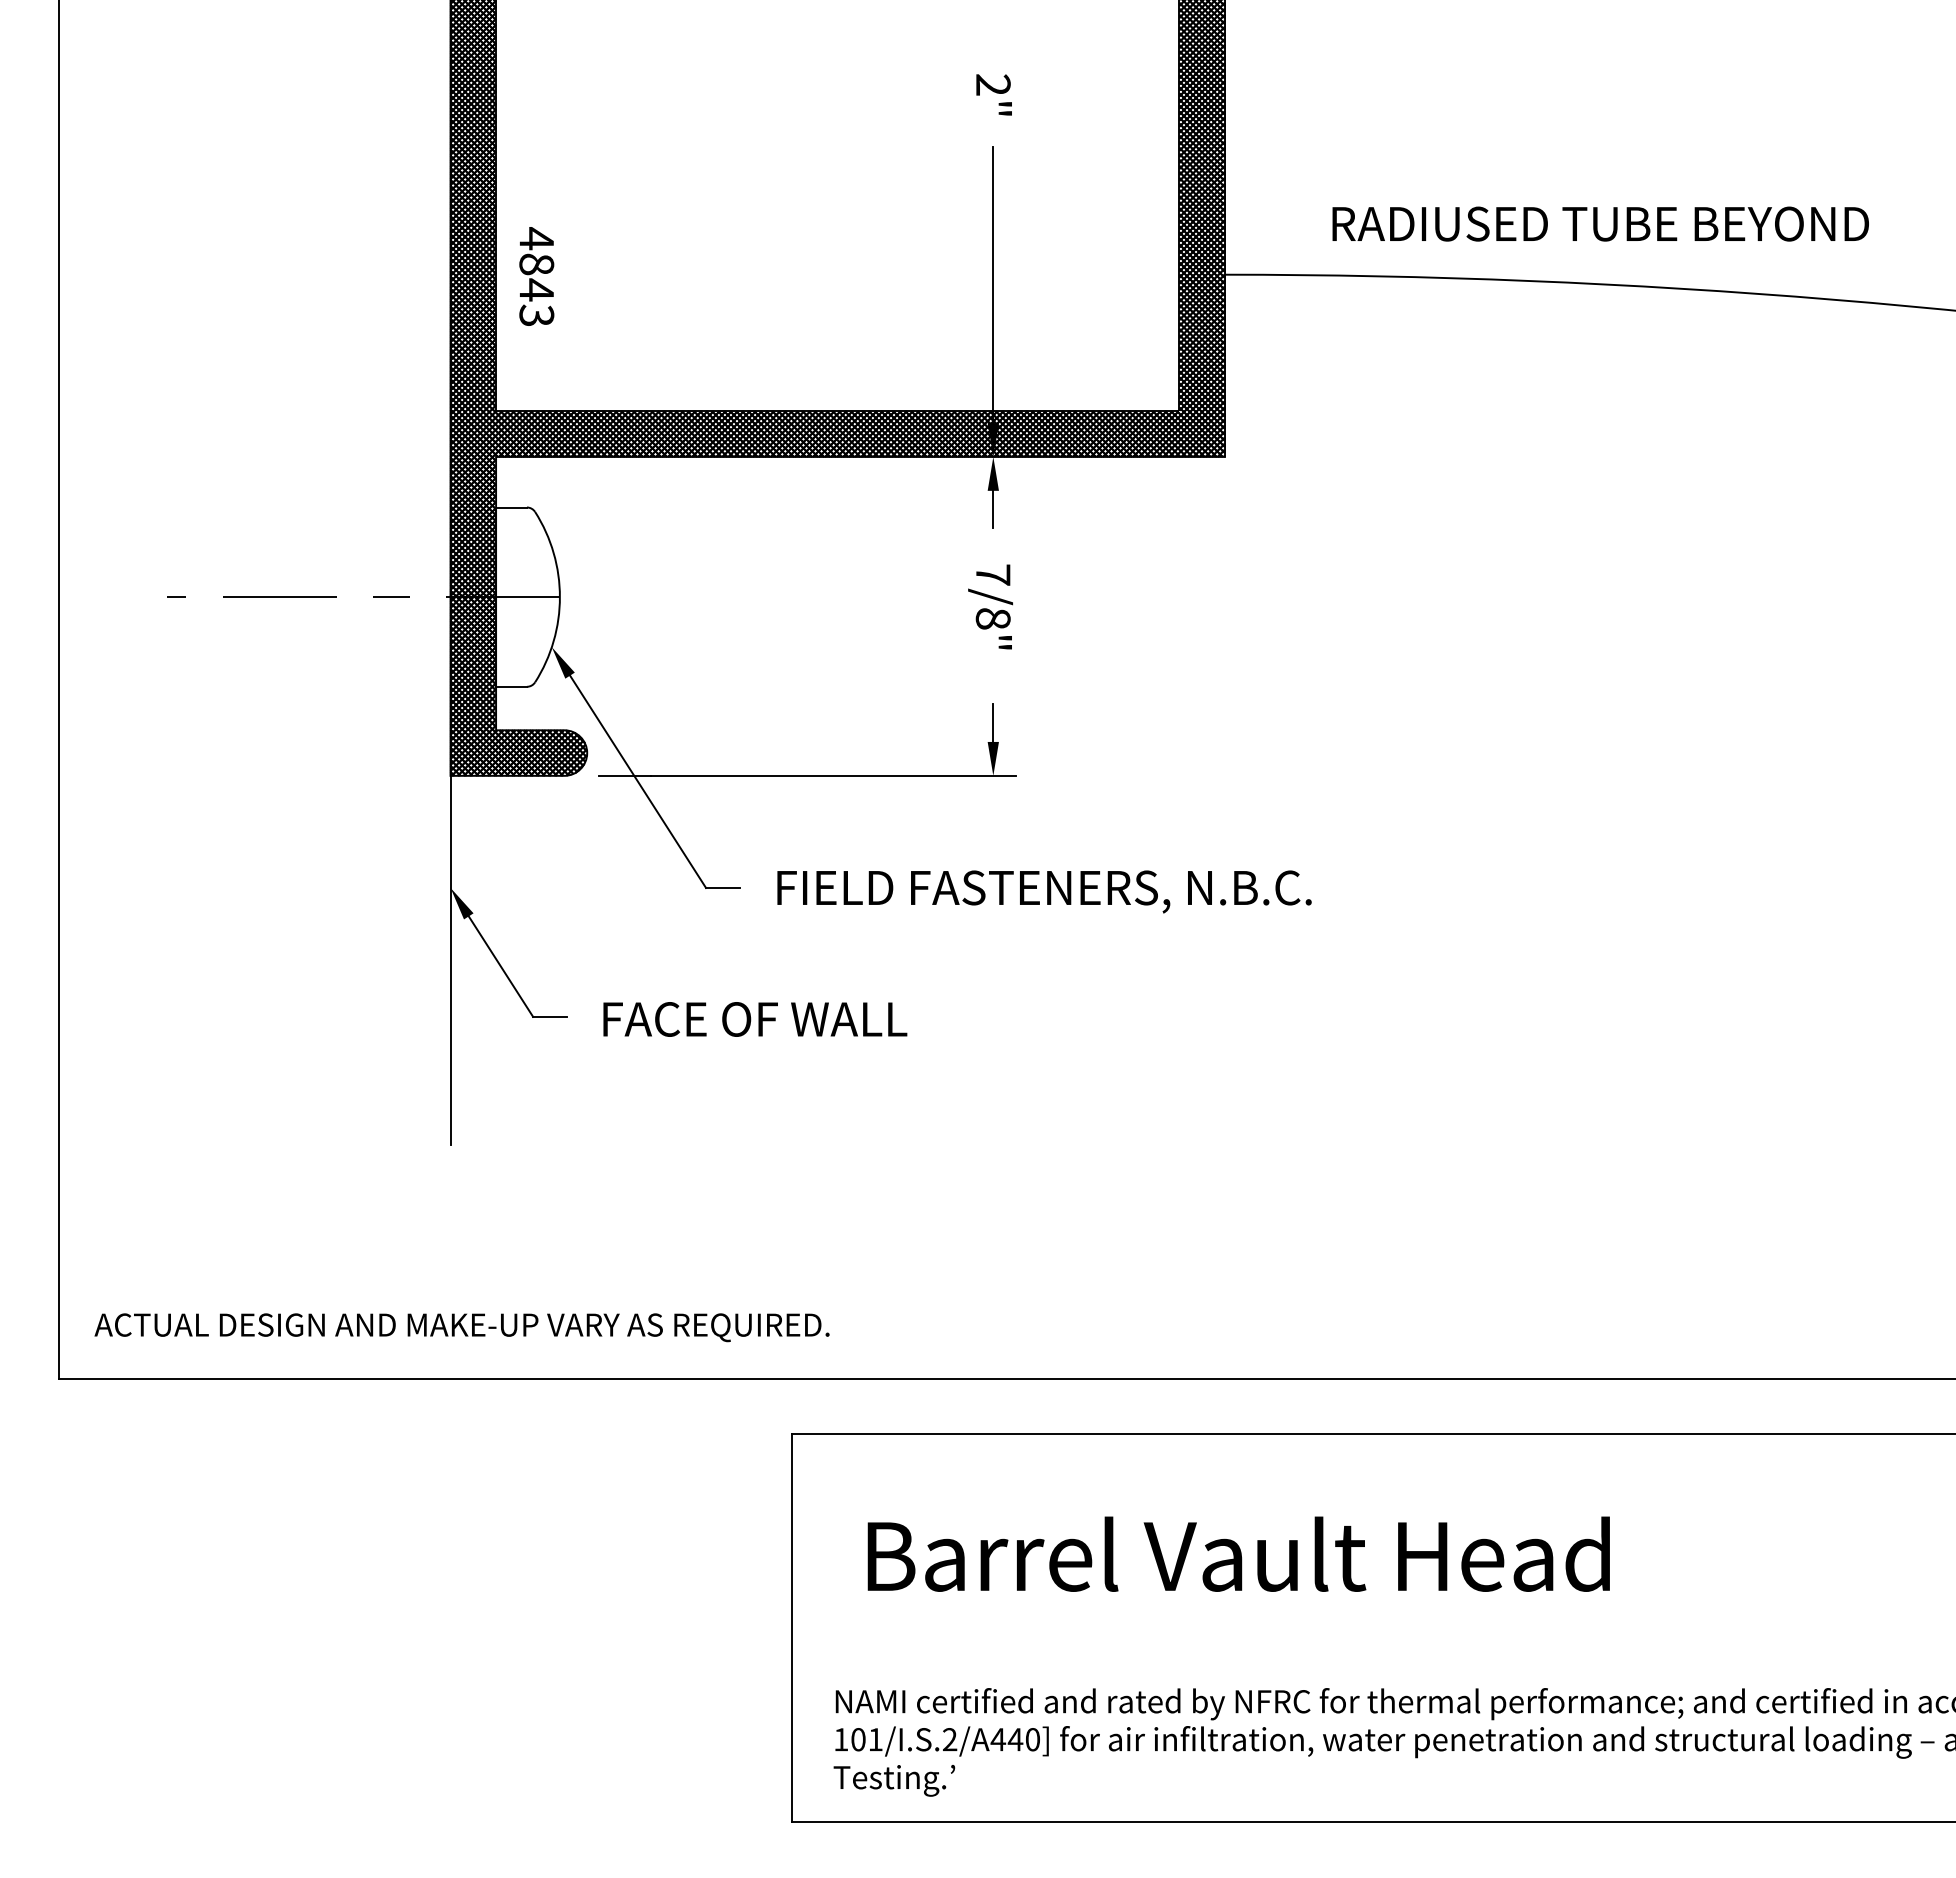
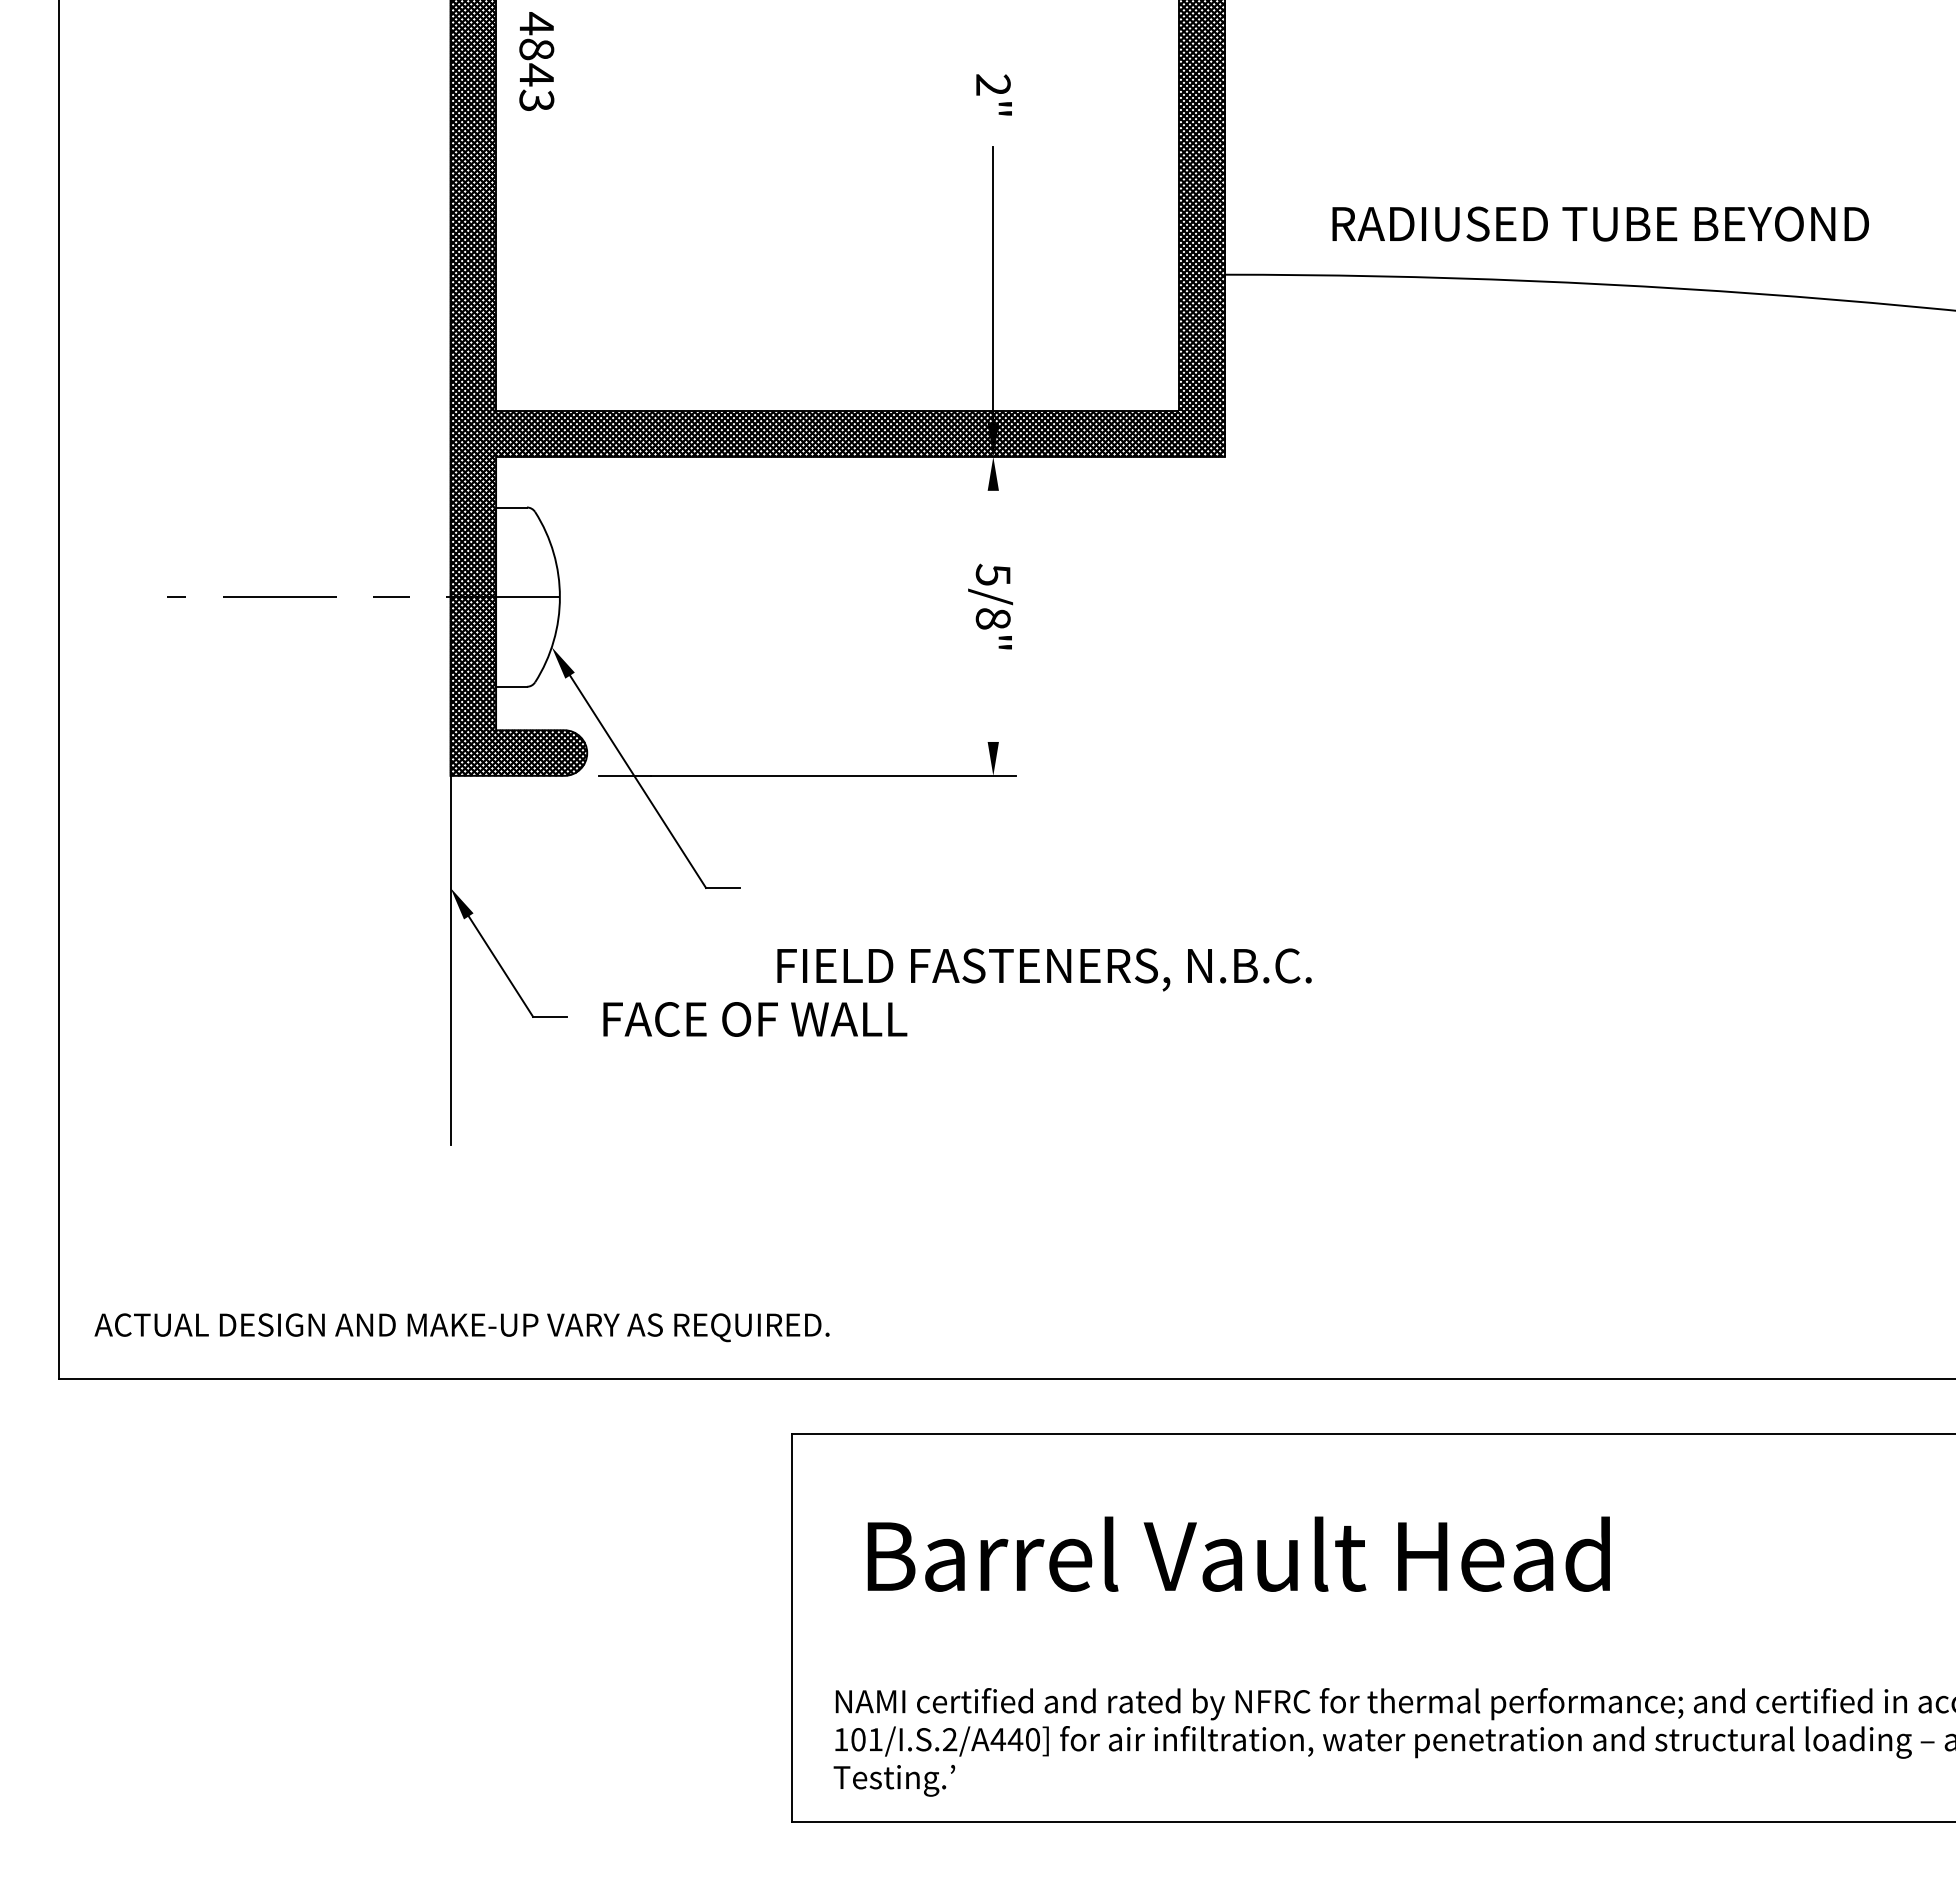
text at (536, 276) position: (536, 276) -> (536, 61)
line at (993, 509): present -> none
text at (992, 574): 7/8" -> 5/8"
line at (993, 722): present -> none
text at (1044, 891) position: (1044, 891) -> (1044, 969)
